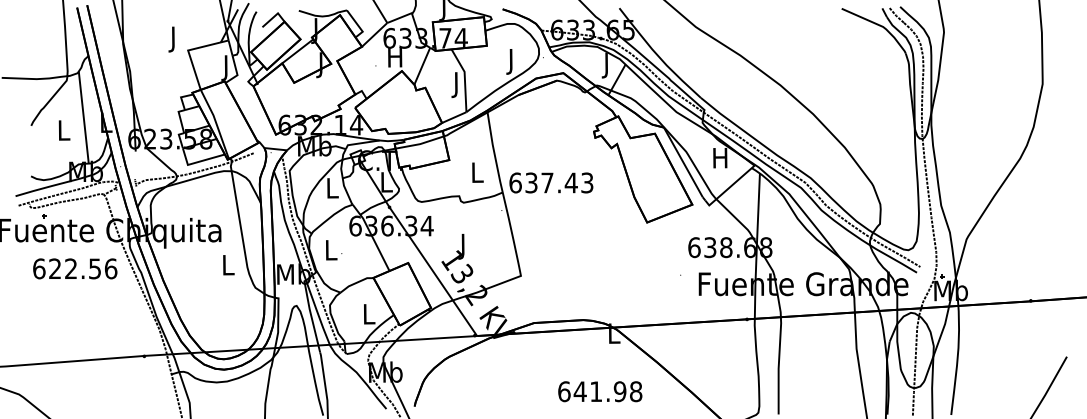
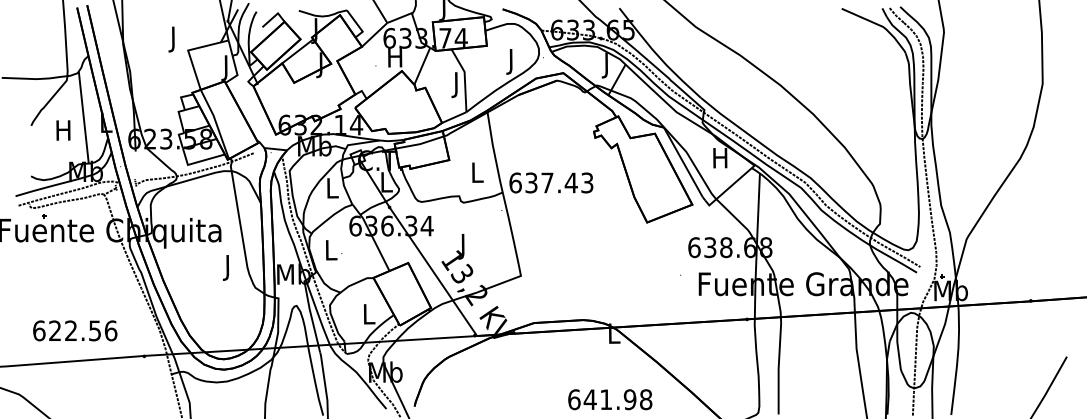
text at (63, 130): L -> H
text at (228, 267): L -> J
text at (75, 268) position: (75, 268) -> (75, 330)
text at (600, 391) position: (600, 391) -> (610, 399)
